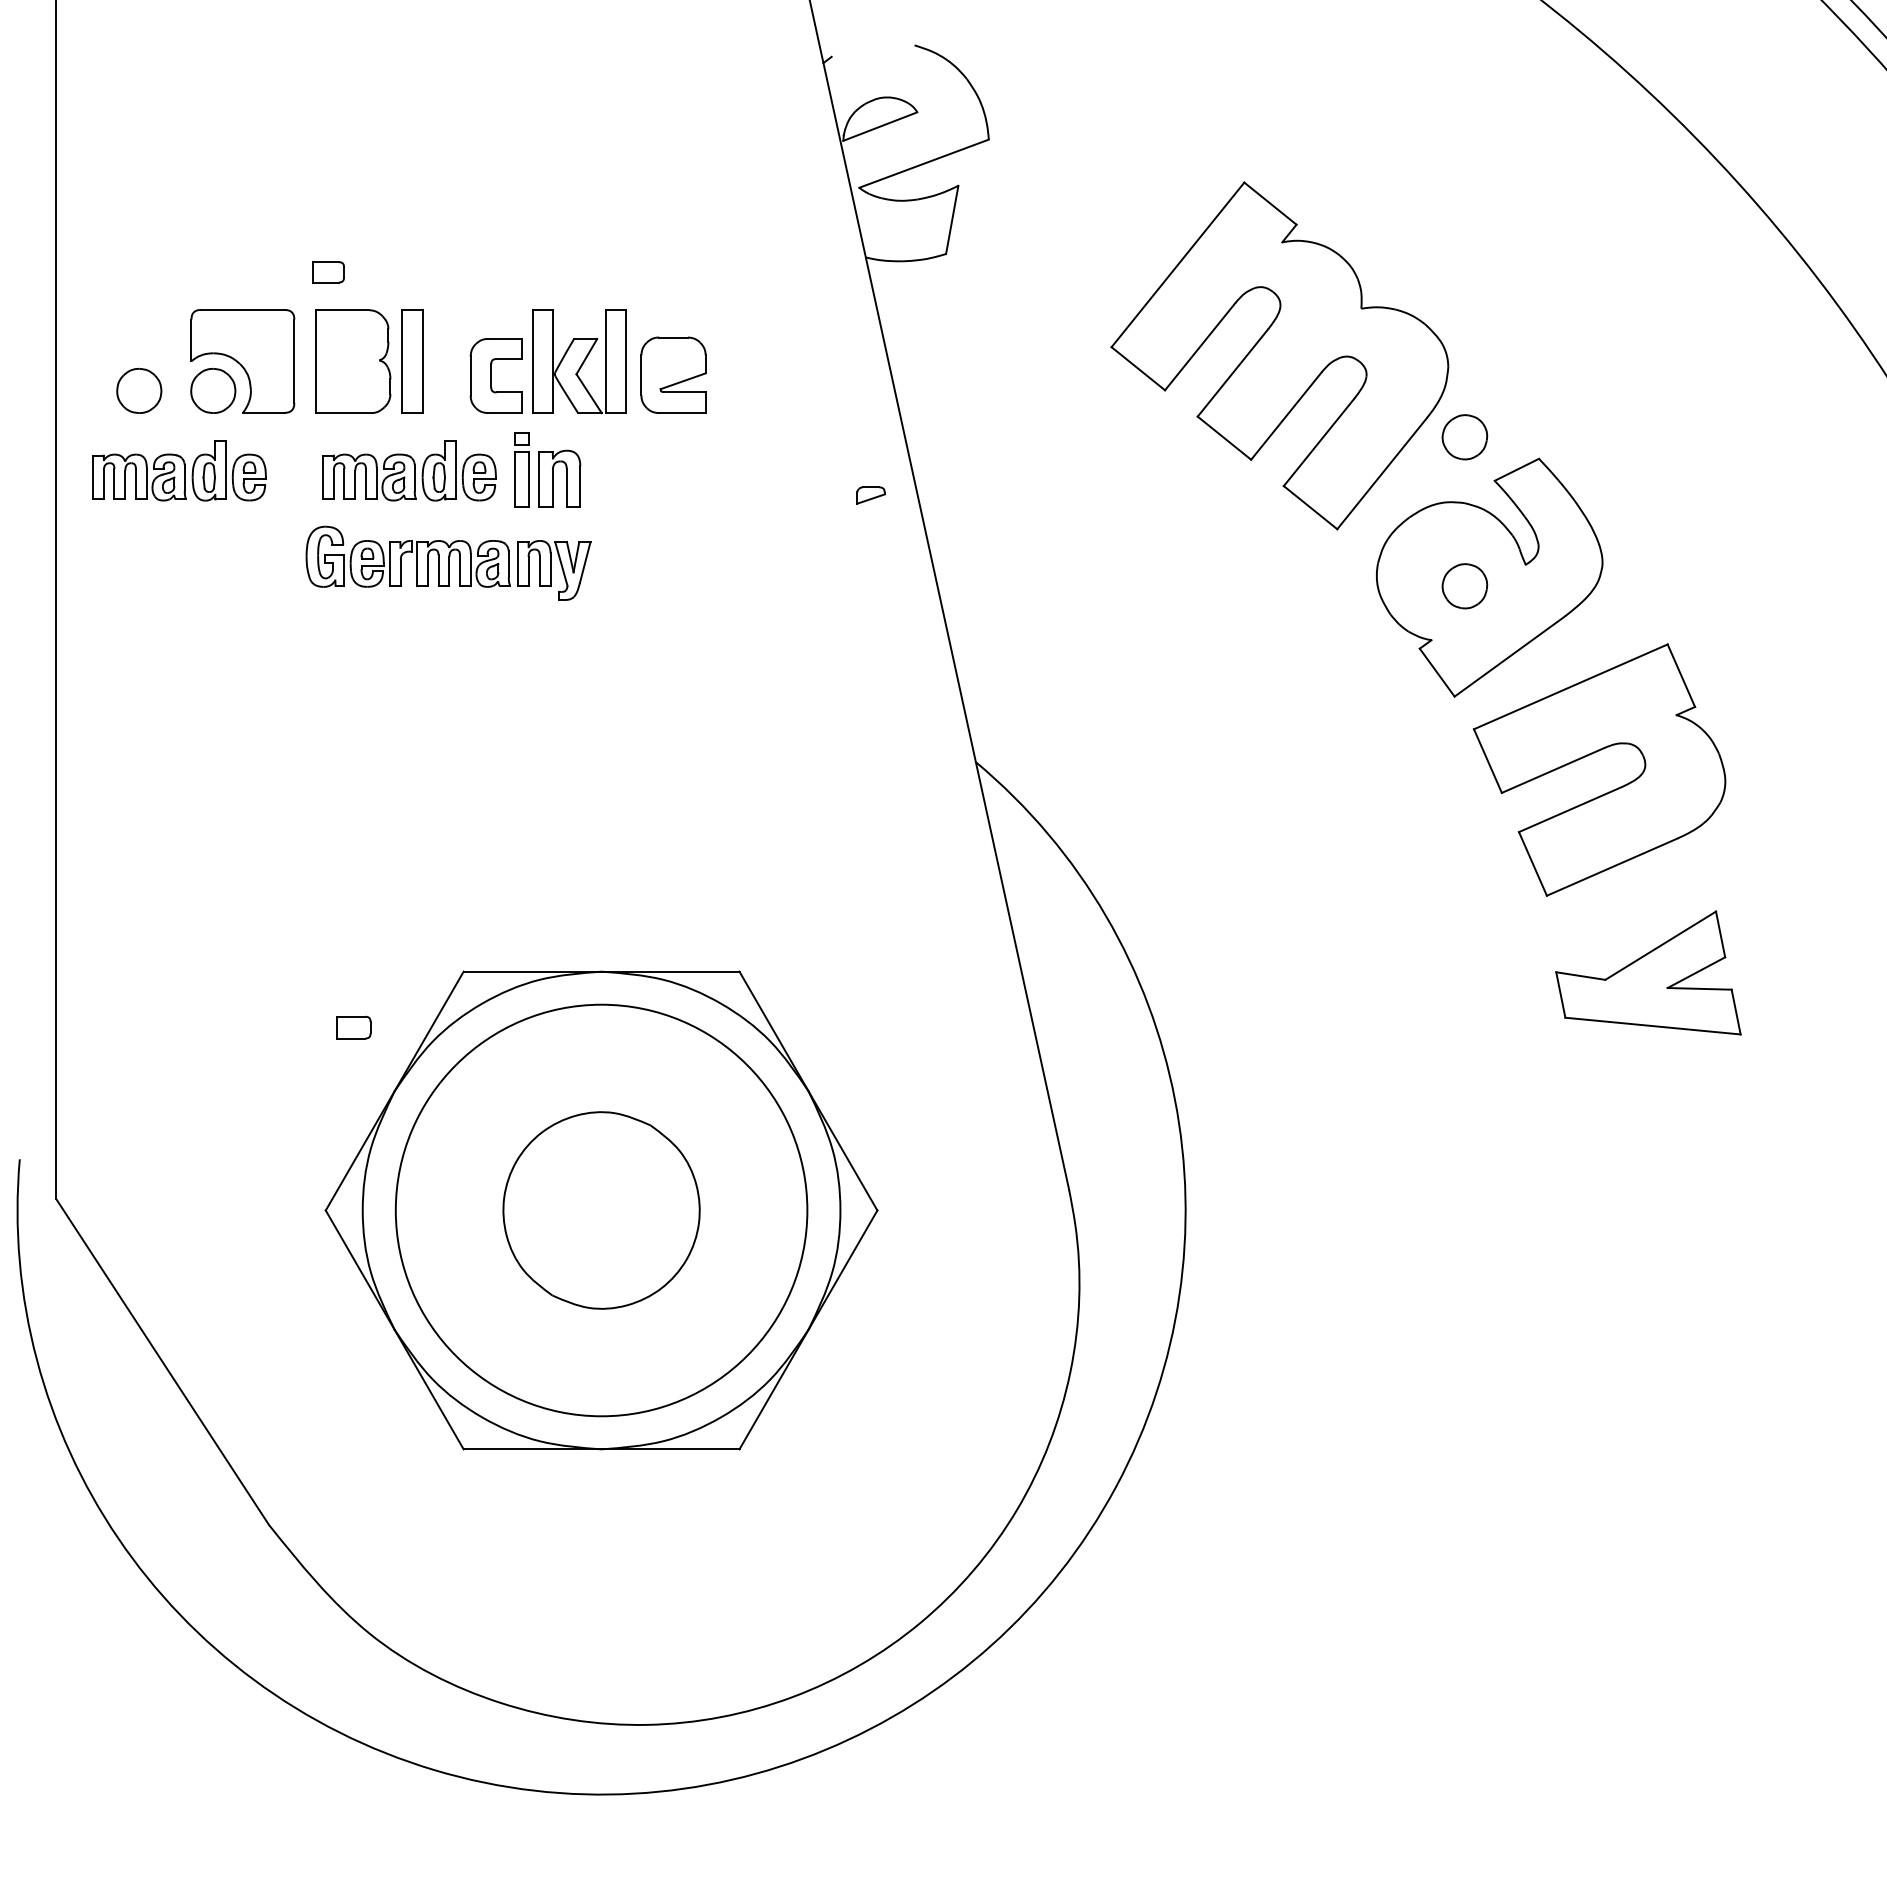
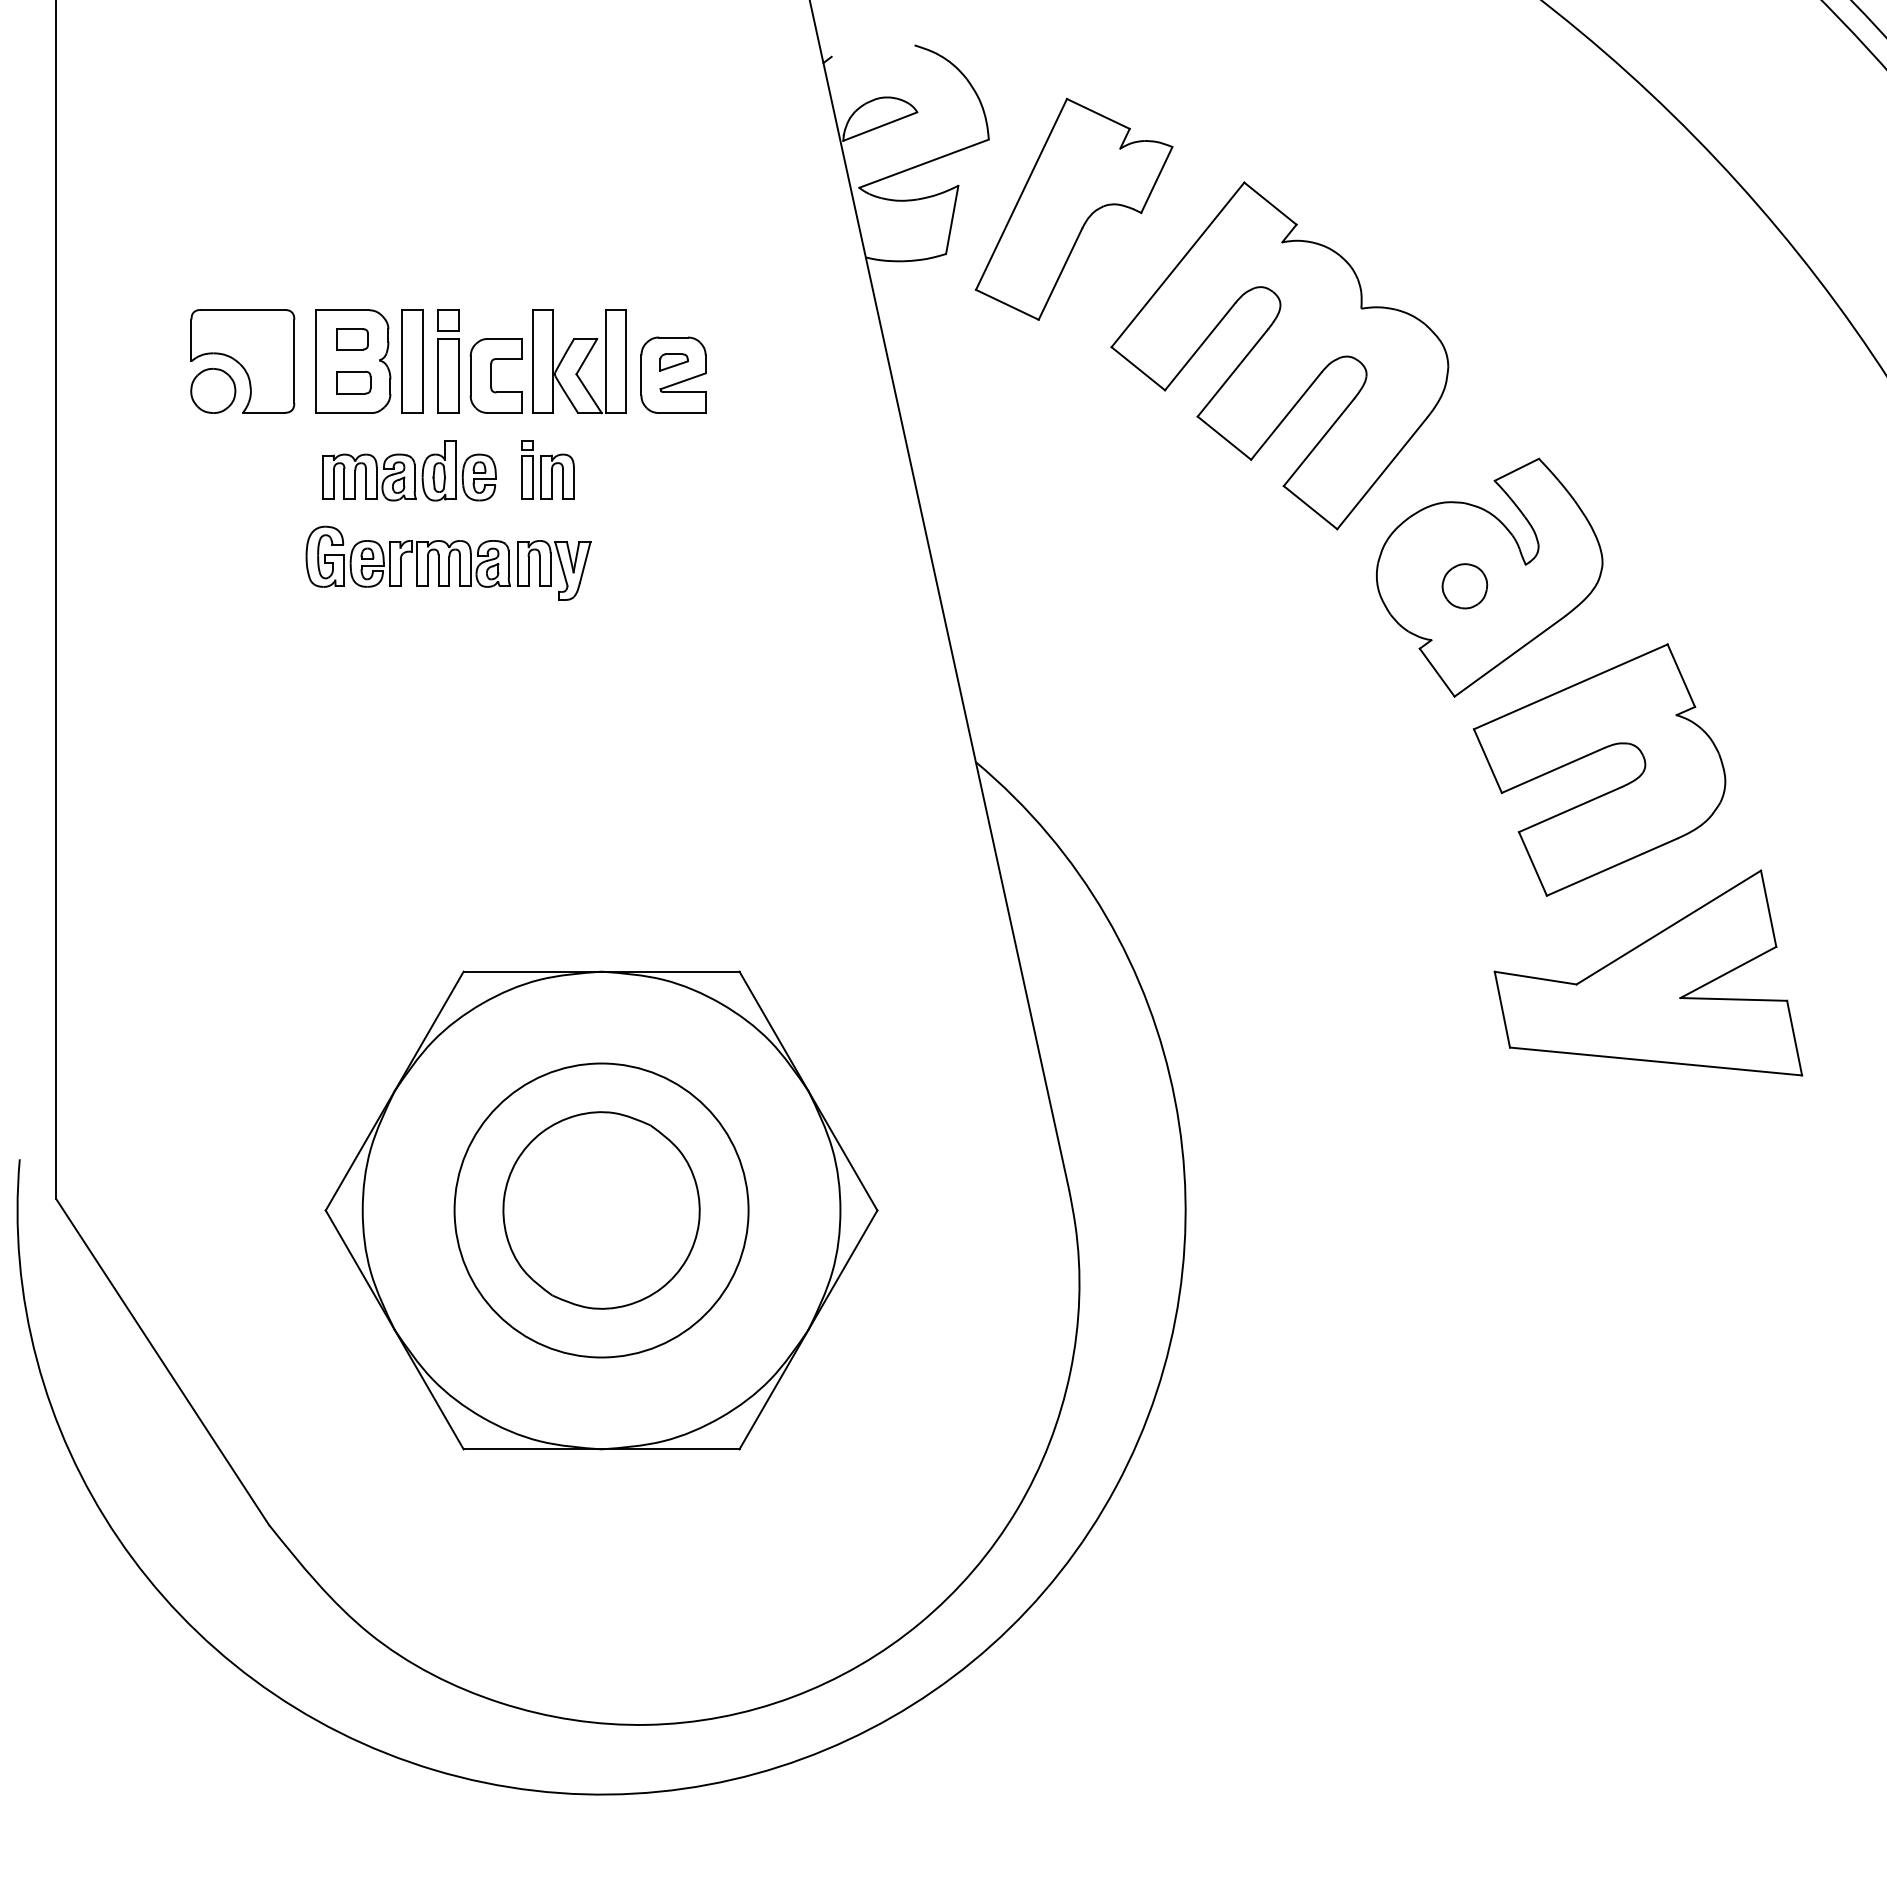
part at (1073, 208): none -> present
part at (328, 272) position: (328, 272) -> (352, 339)
part at (448, 361): none -> present
part at (139, 390): present -> none
part at (1464, 437): present -> none
part at (547, 469) size: 68x76 px -> 54x60 px
part at (179, 470): present -> none
part at (870, 495) position: (870, 495) -> (673, 362)
part at (1648, 972) size: 187x126 px -> 311x208 px
part at (353, 1027) position: (353, 1027) -> (353, 382)
circle at (601, 1210) diameter: 412 px -> 294 px
